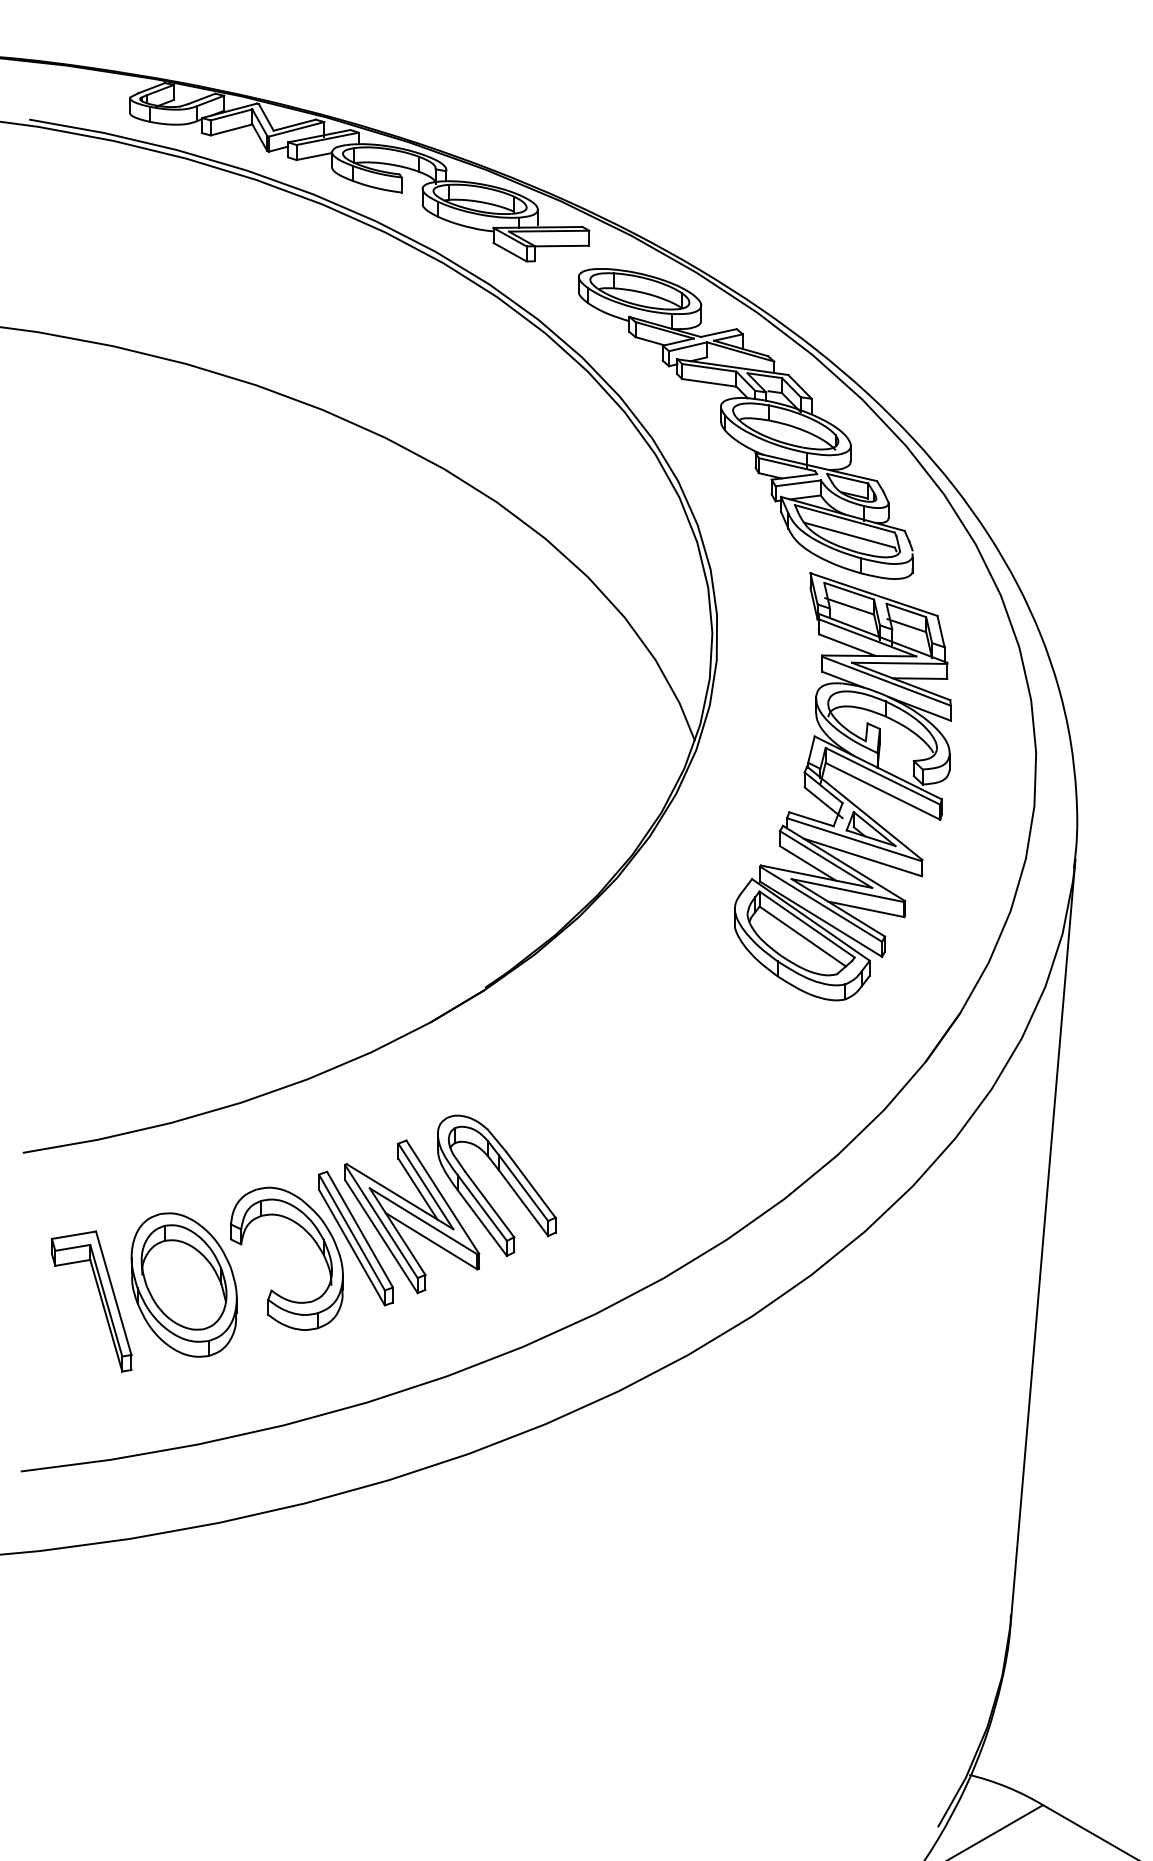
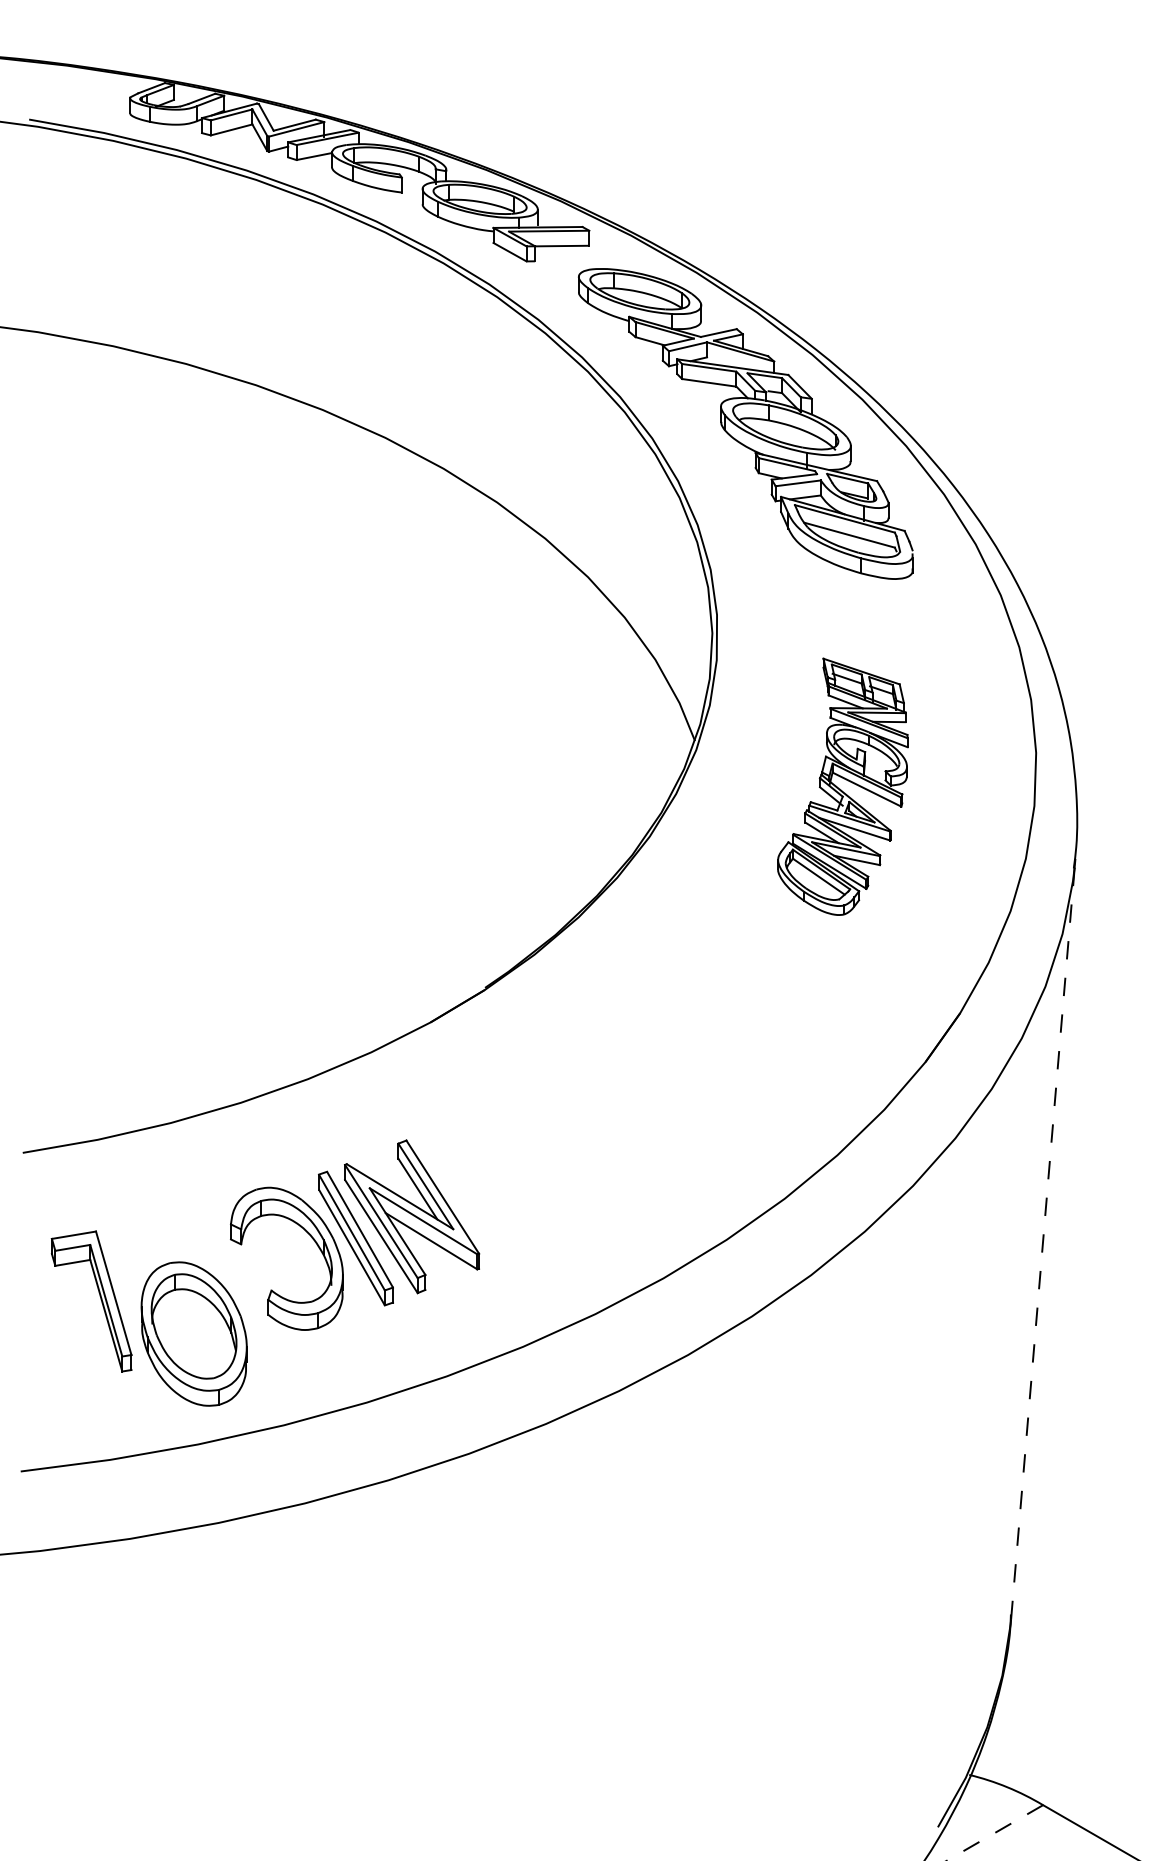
part at (842, 786) size: 218x430 px -> 132x259 px
part at (503, 1178): present -> none
line at (1043, 1239): solid -> dashed
part at (183, 1284) position: (183, 1284) -> (193, 1333)
line at (994, 1832): solid -> dashed
